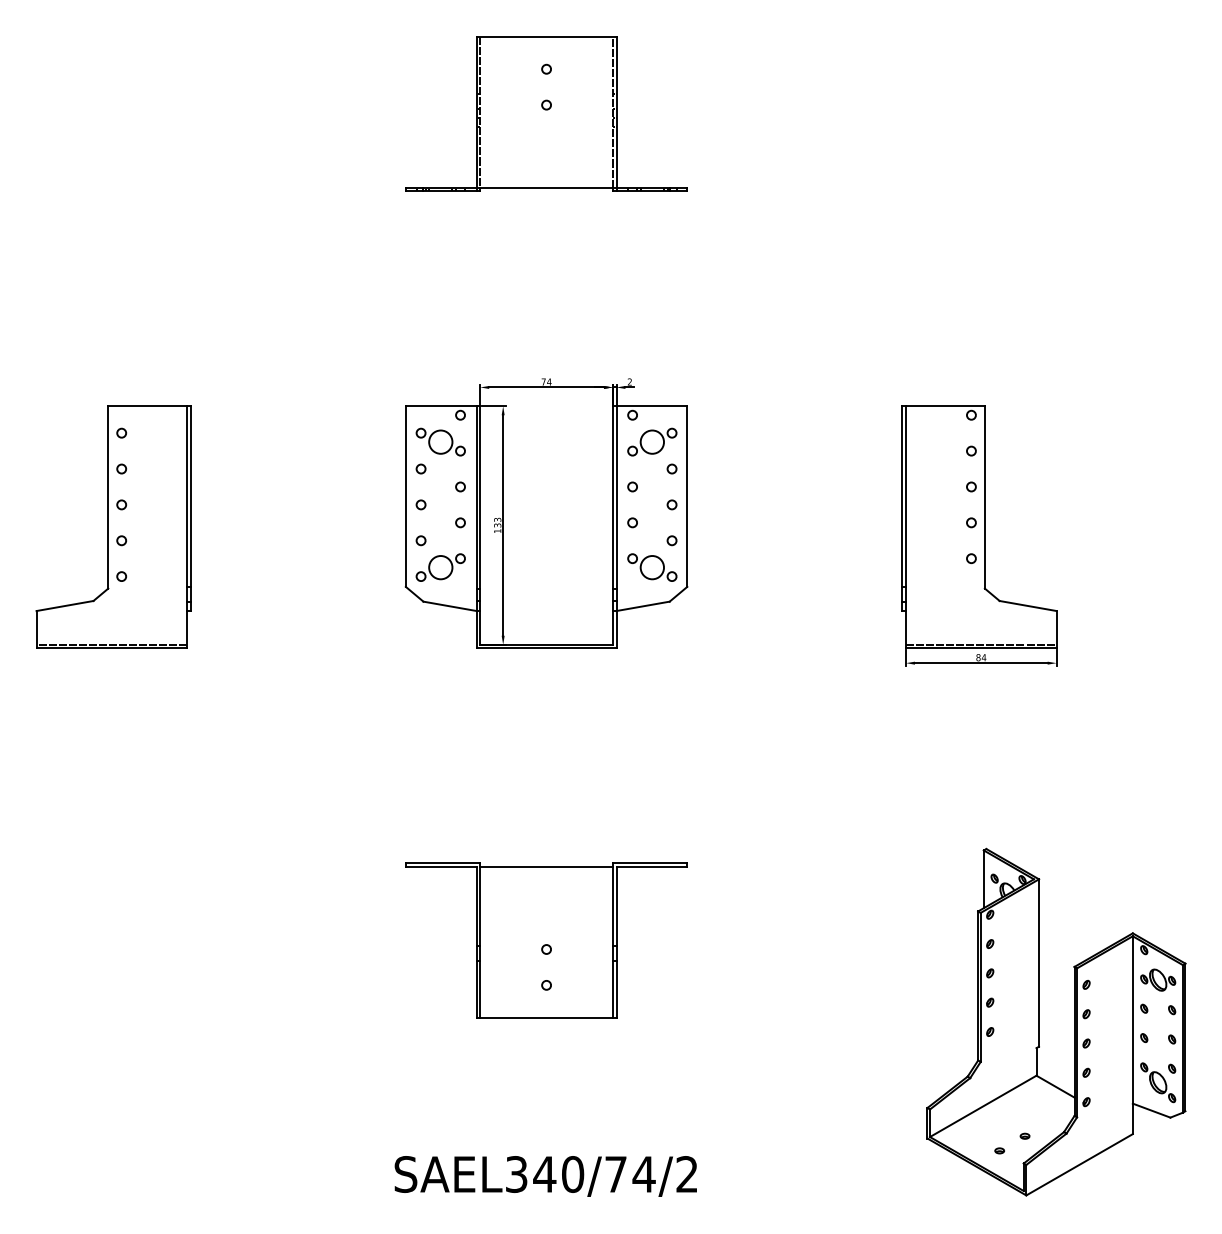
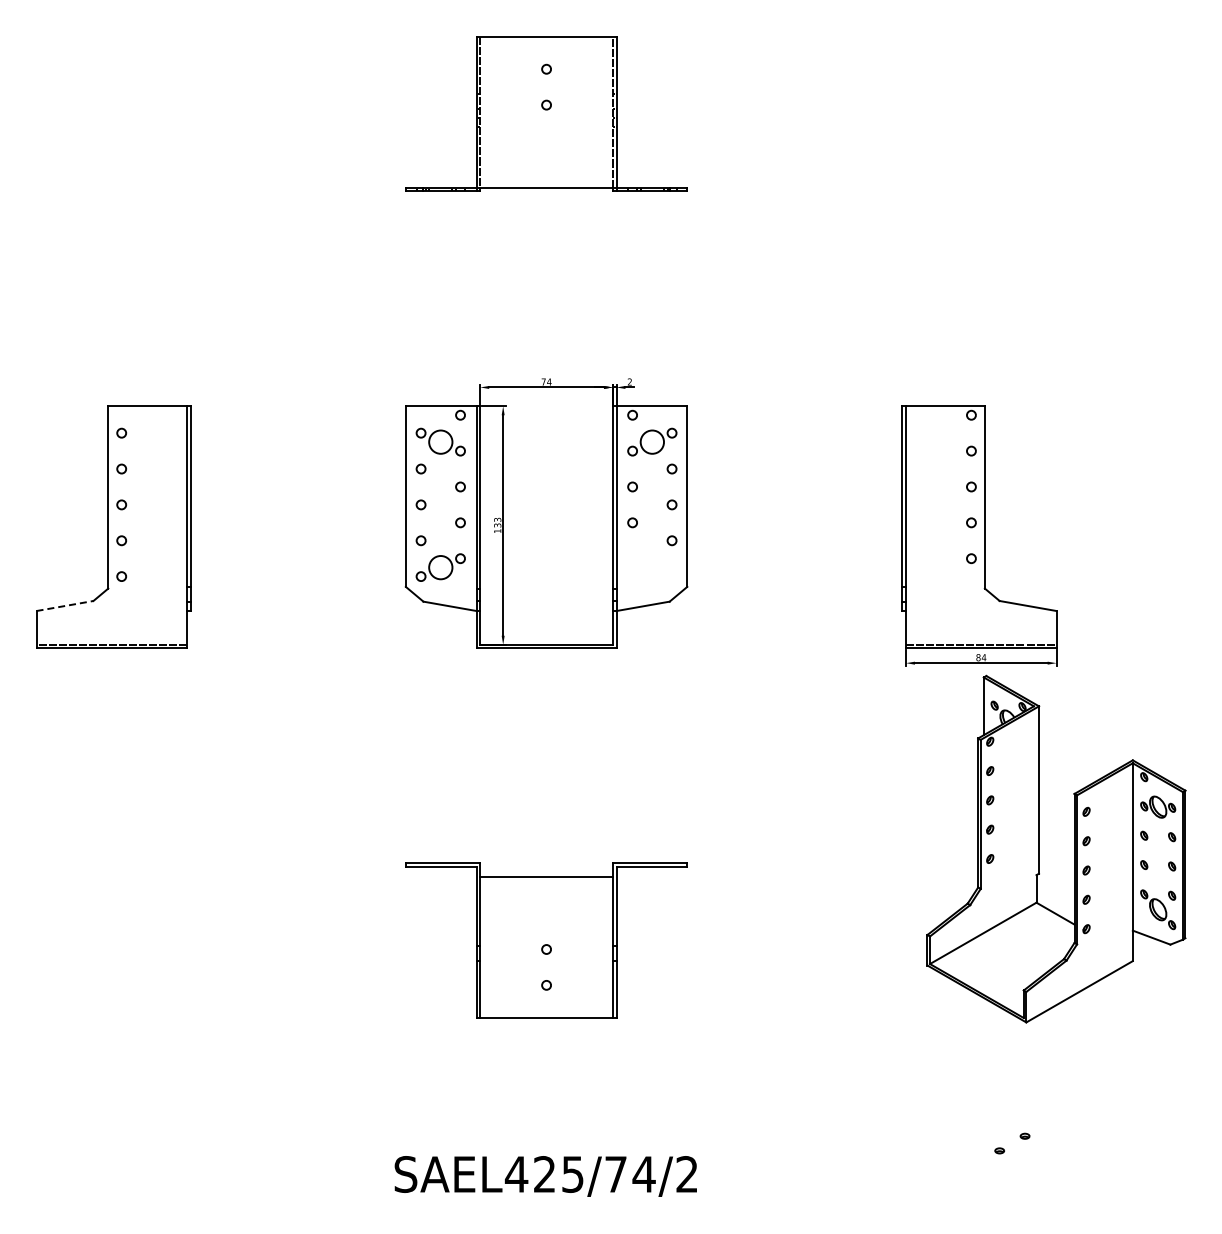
part at (652, 567): present -> none
line at (65, 606): solid -> dashed
line at (546, 867) position: (546, 867) -> (546, 877)
part at (1039, 1021) position: (1039, 1021) -> (1039, 848)
text at (544, 1174): SAEL340/74/2 -> SAEL425/74/2
